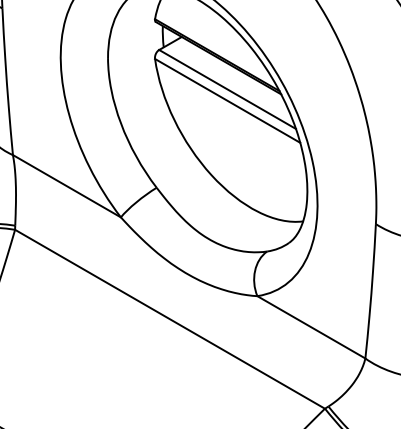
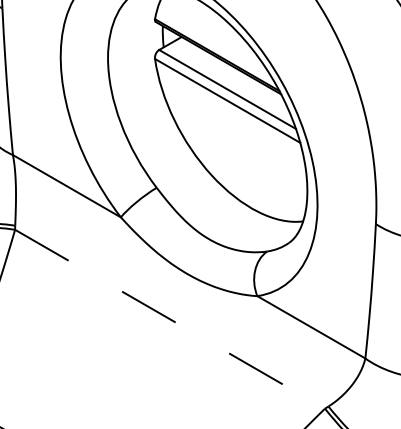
line at (170, 319): solid -> dashed
